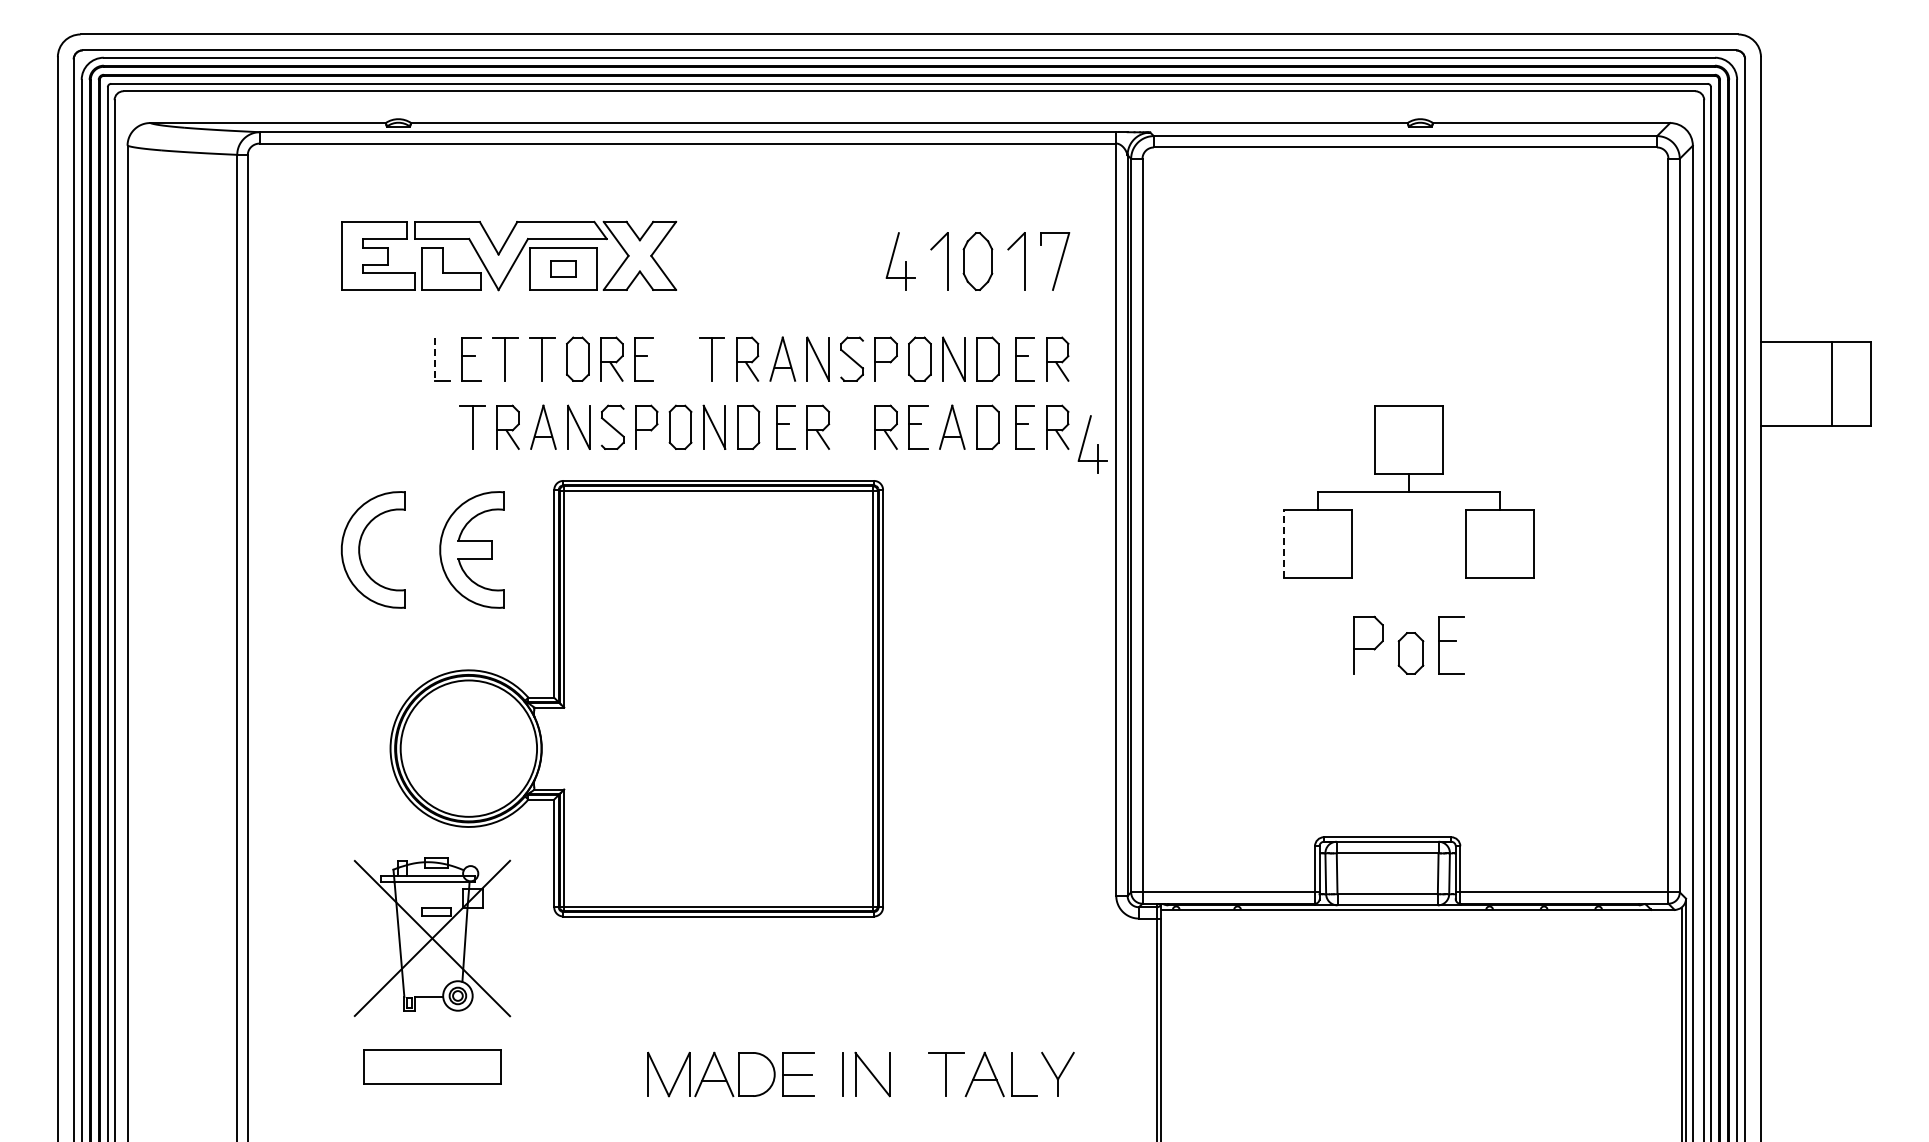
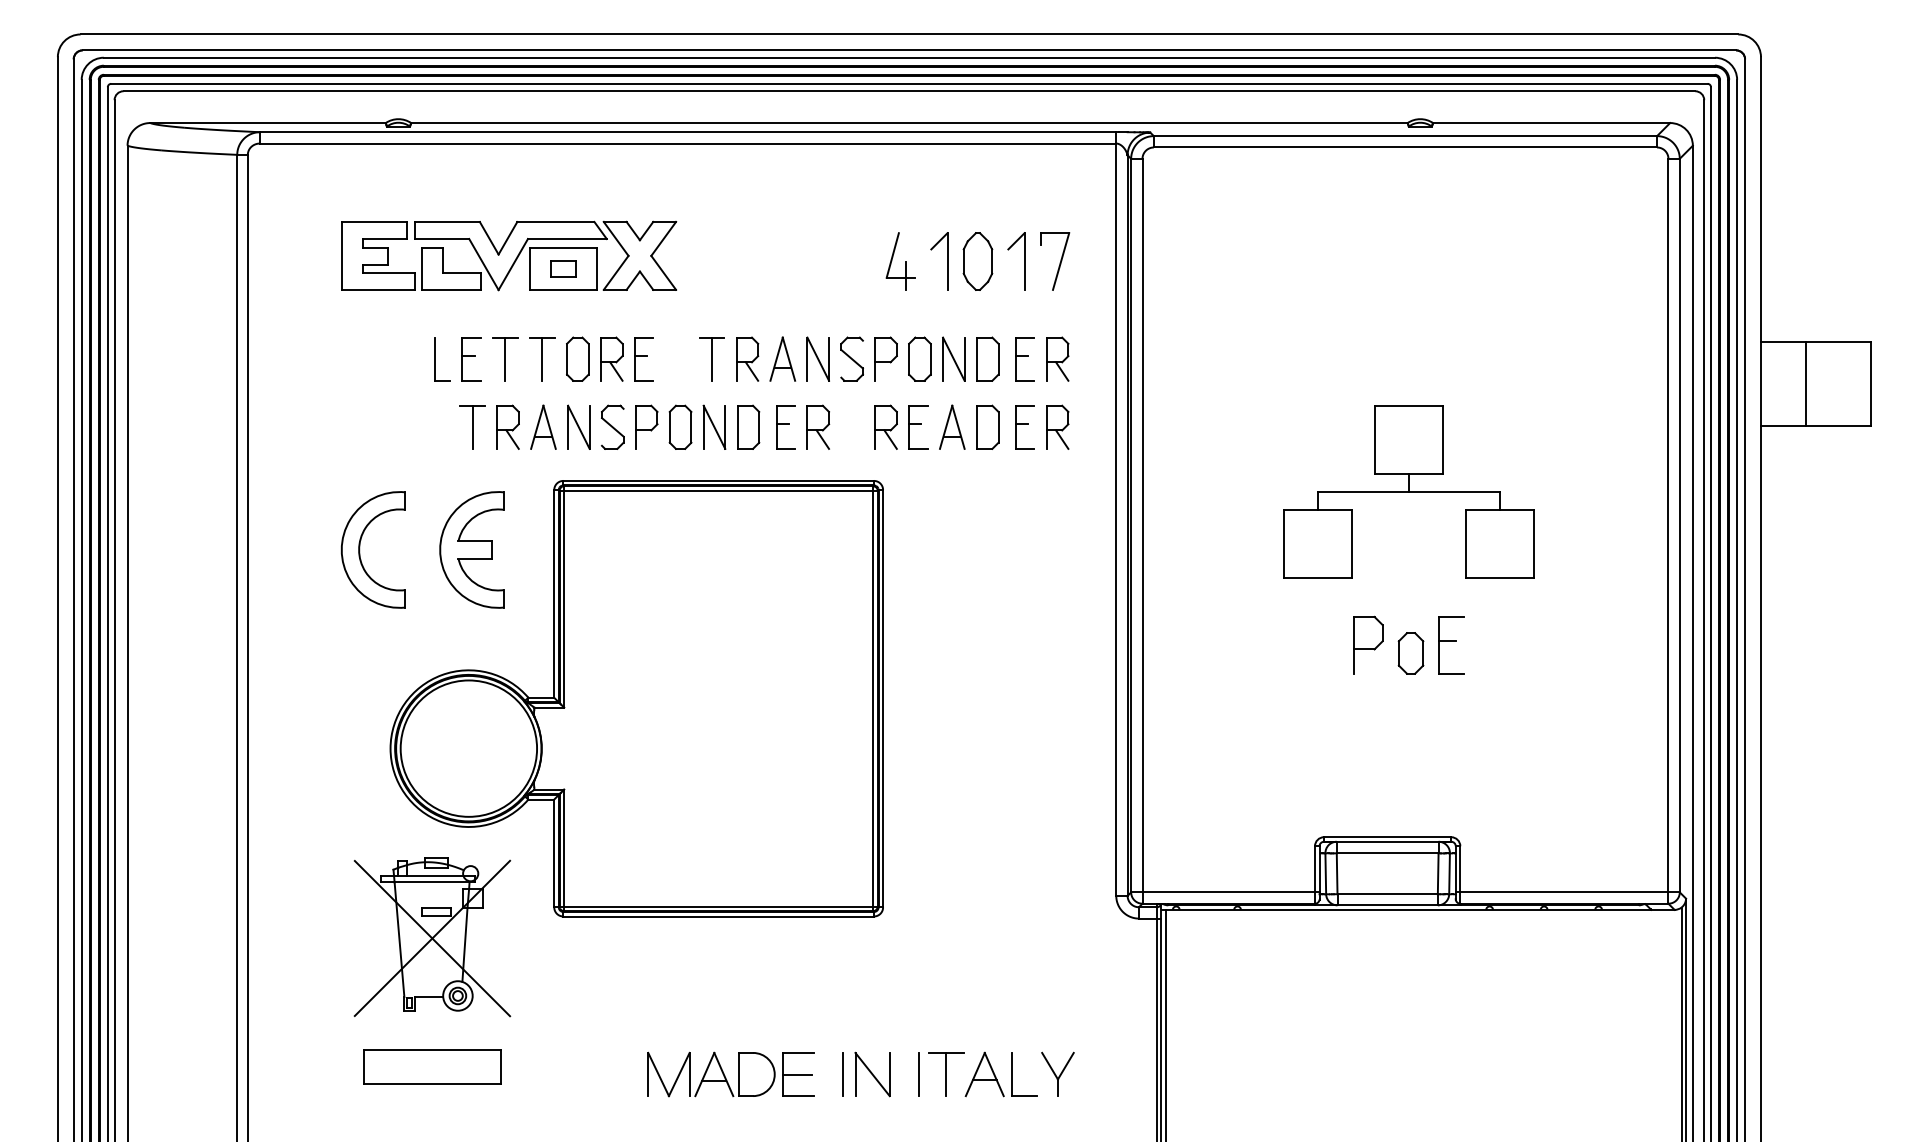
line at (434, 359): dashed -> solid
line at (1832, 384) position: (1832, 384) -> (1806, 384)
part at (1092, 444): present -> none
line at (1284, 543): dashed -> solid
line at (1166, 1023): none -> present
line at (919, 1074): none -> present
